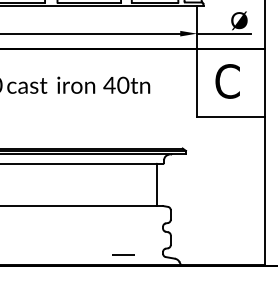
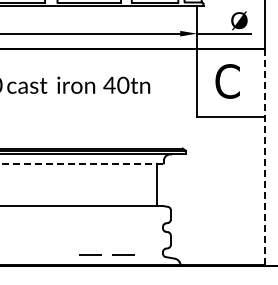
line at (264, 157): solid -> dashed
line at (81, 163): solid -> dashed
line at (90, 254): none -> present
